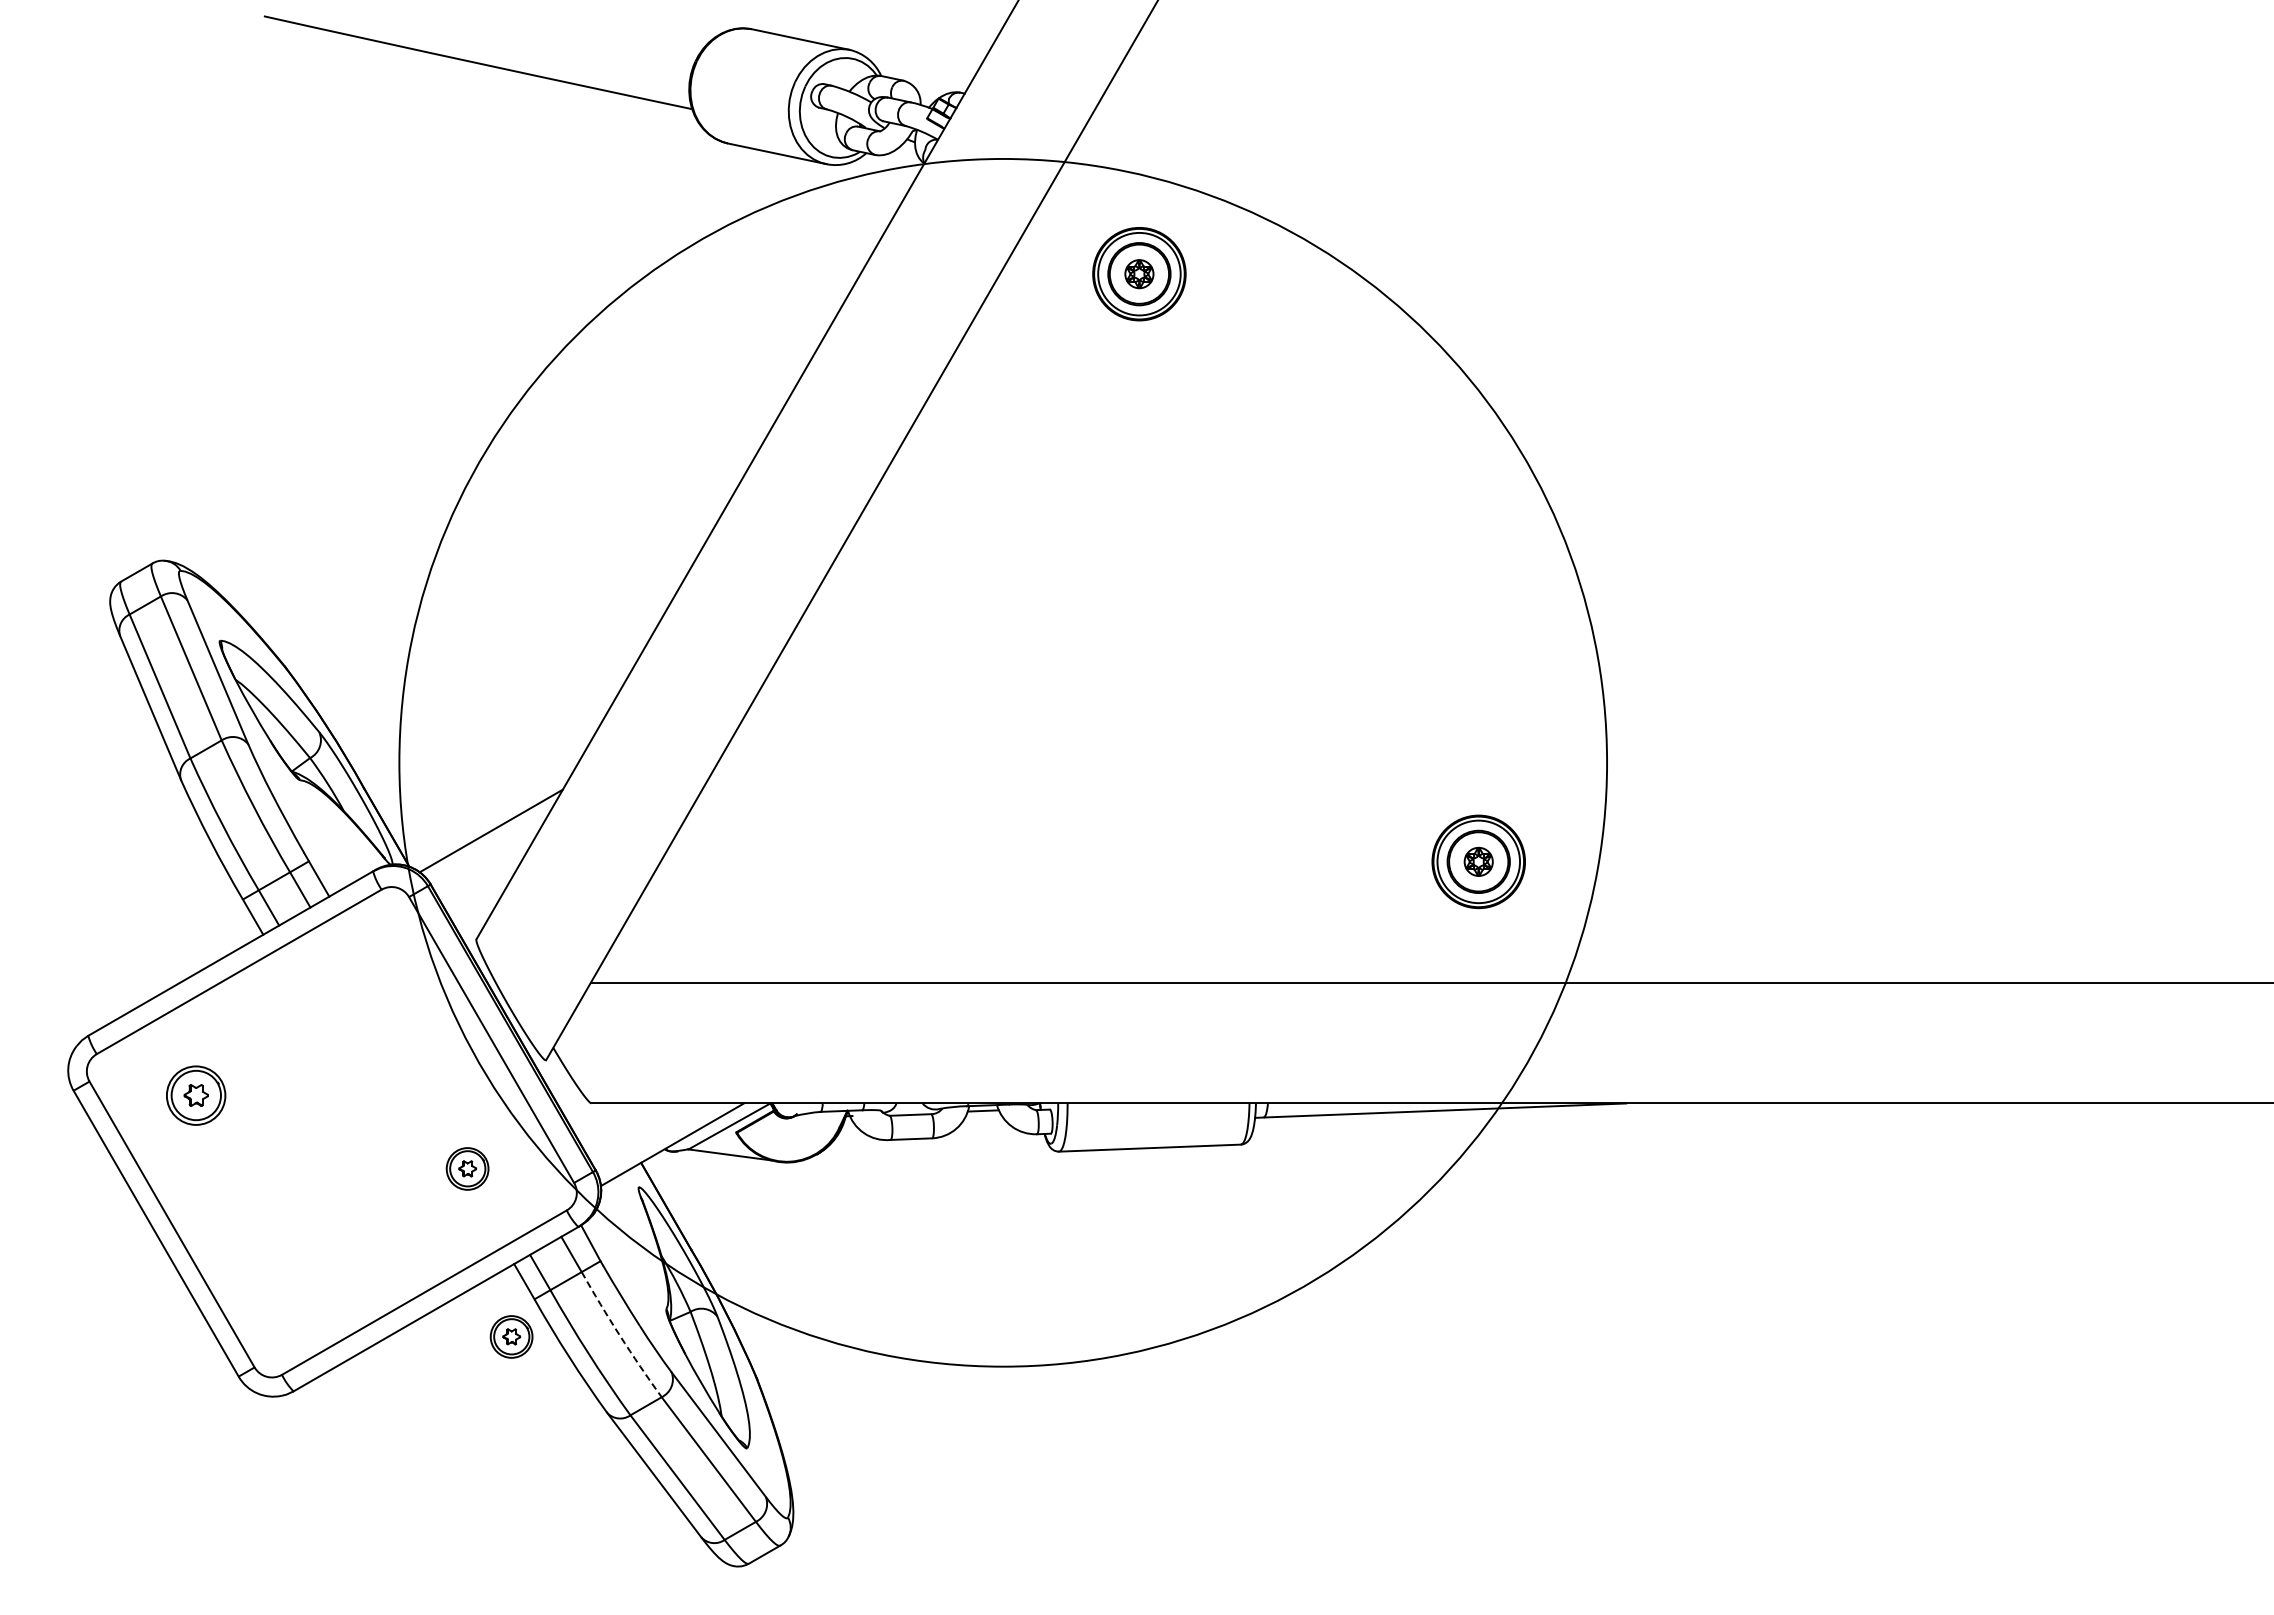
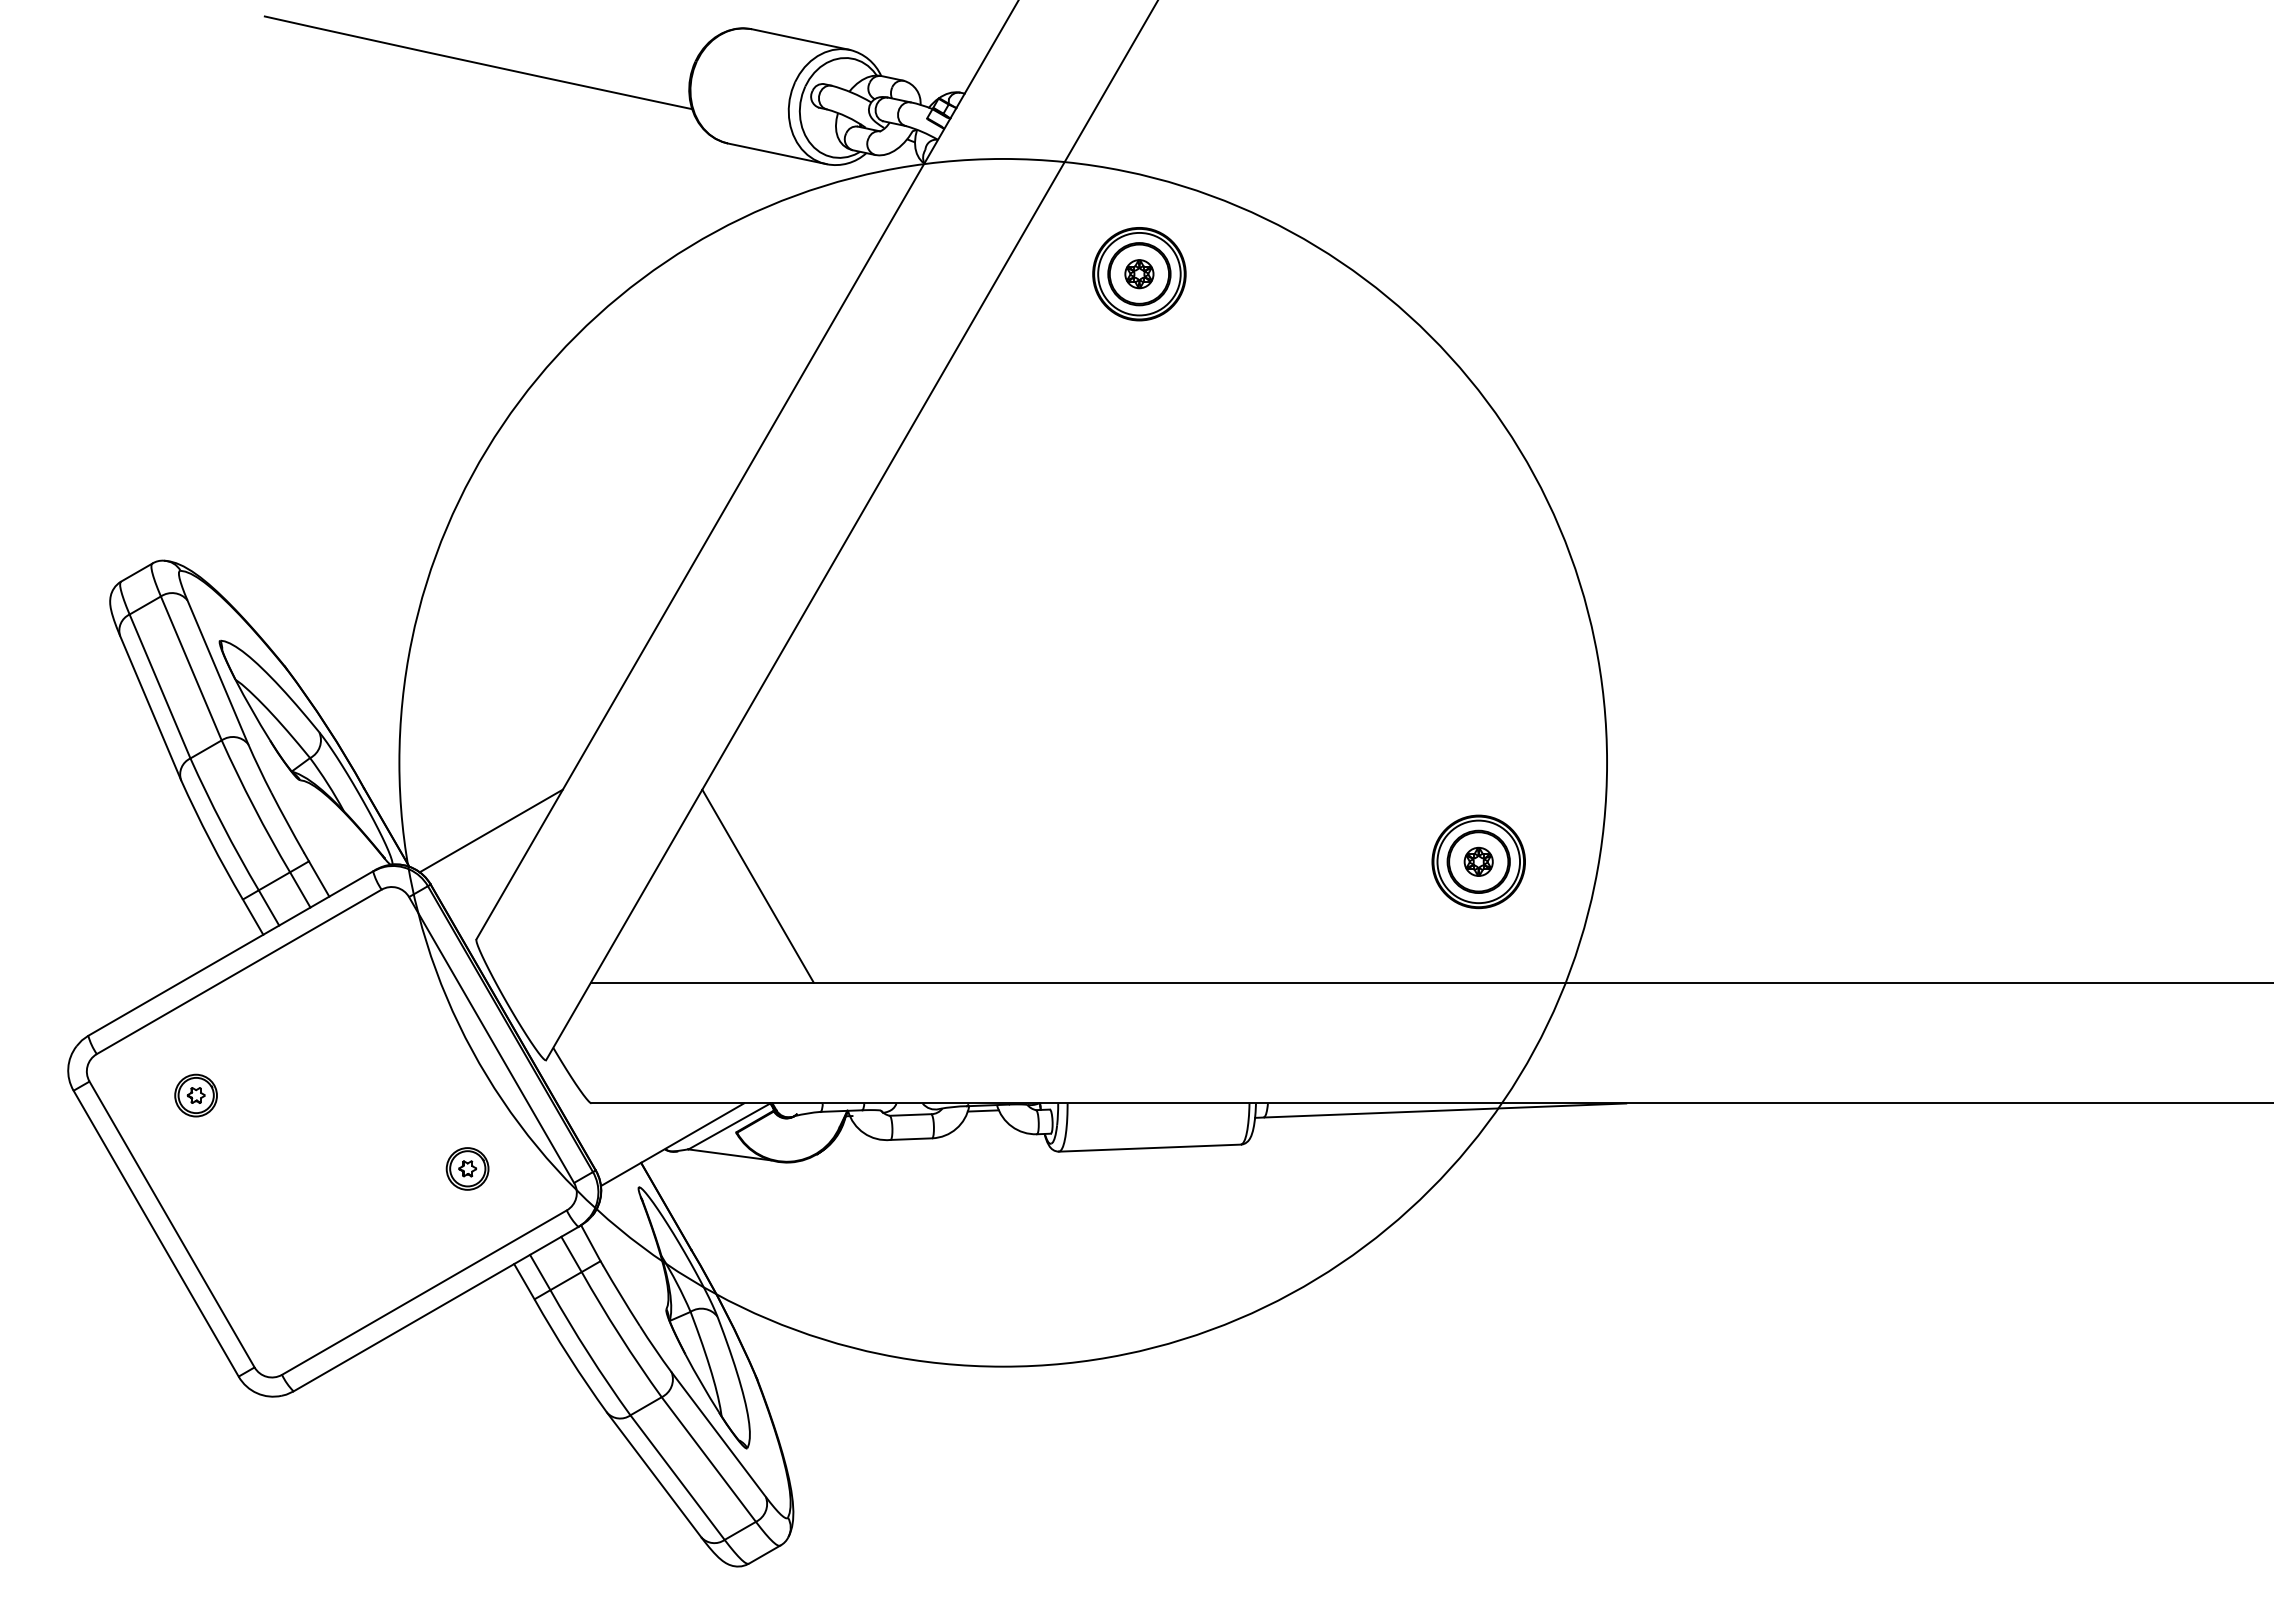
line at (757, 885): none -> present
part at (196, 1095) size: 61x61 px -> 44x45 px
arc at (620, 1335): dashed -> solid
part at (511, 1336): present -> none
